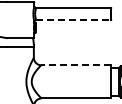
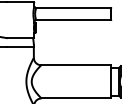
line at (74, 20): dashed -> solid
line at (75, 65): dashed -> solid
